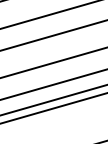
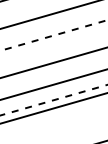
line at (53, 35): solid -> dashed
line at (53, 100): solid -> dashed
